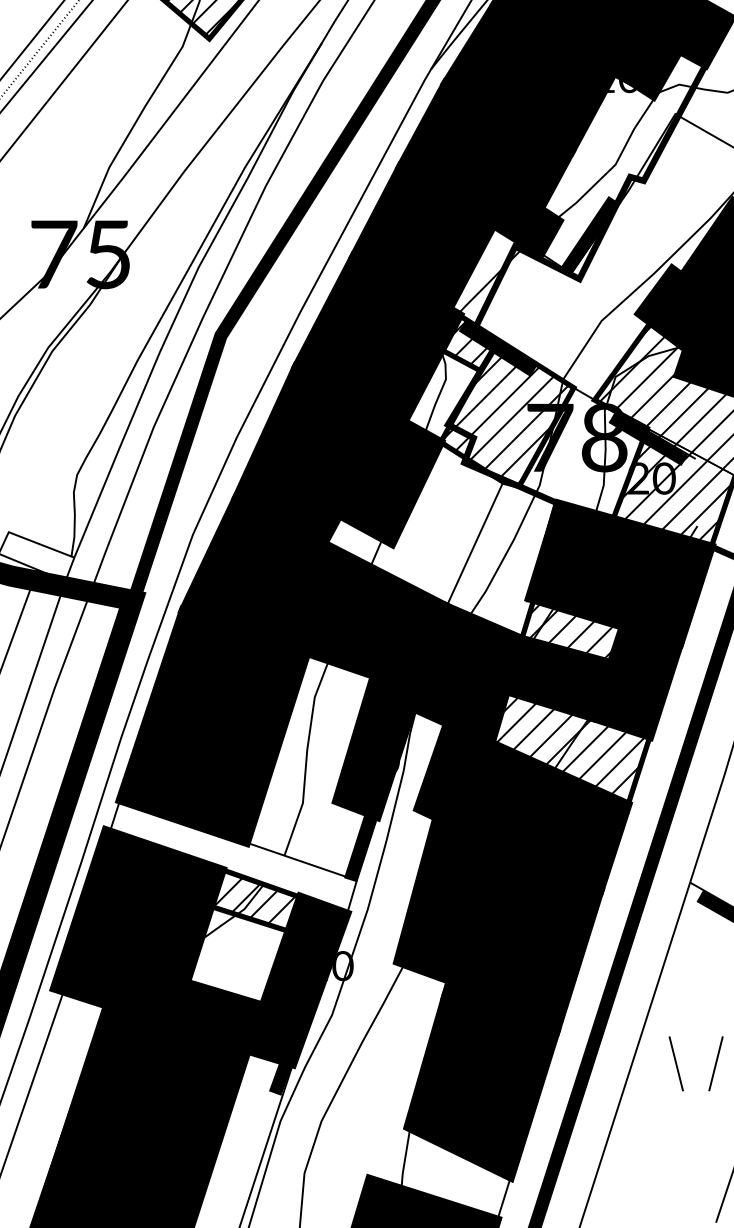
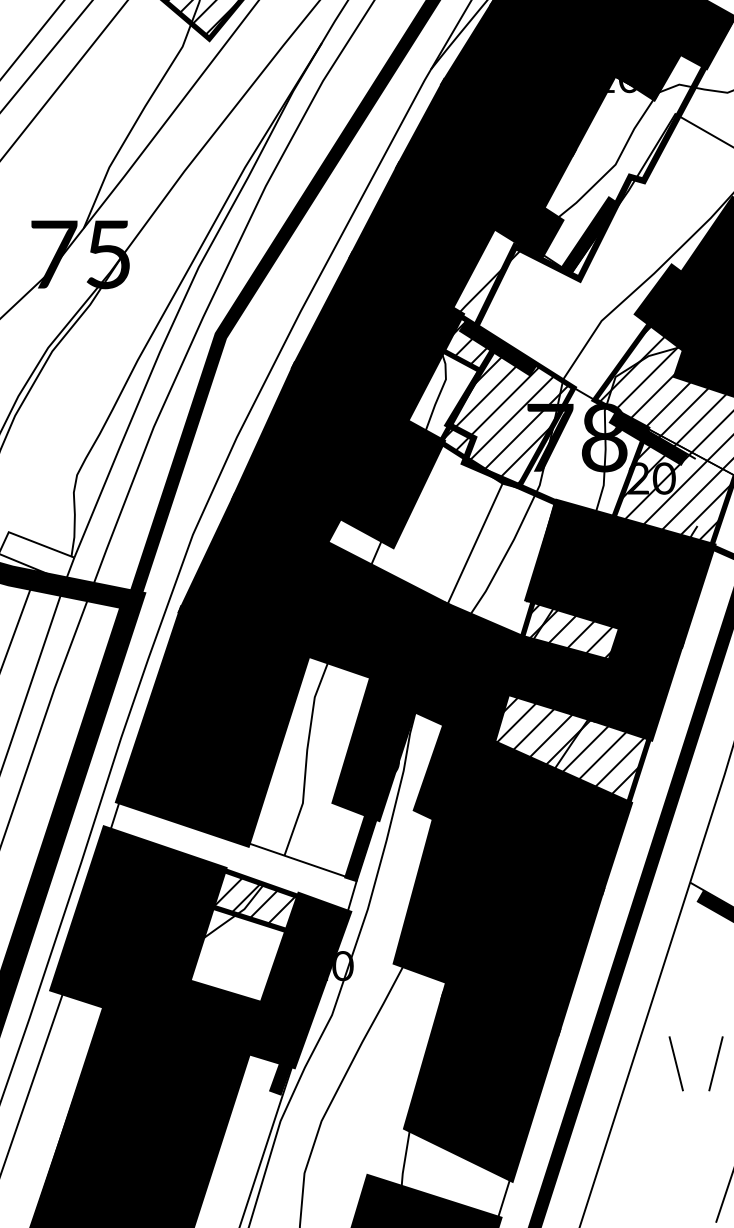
line at (39, 48): present -> none
